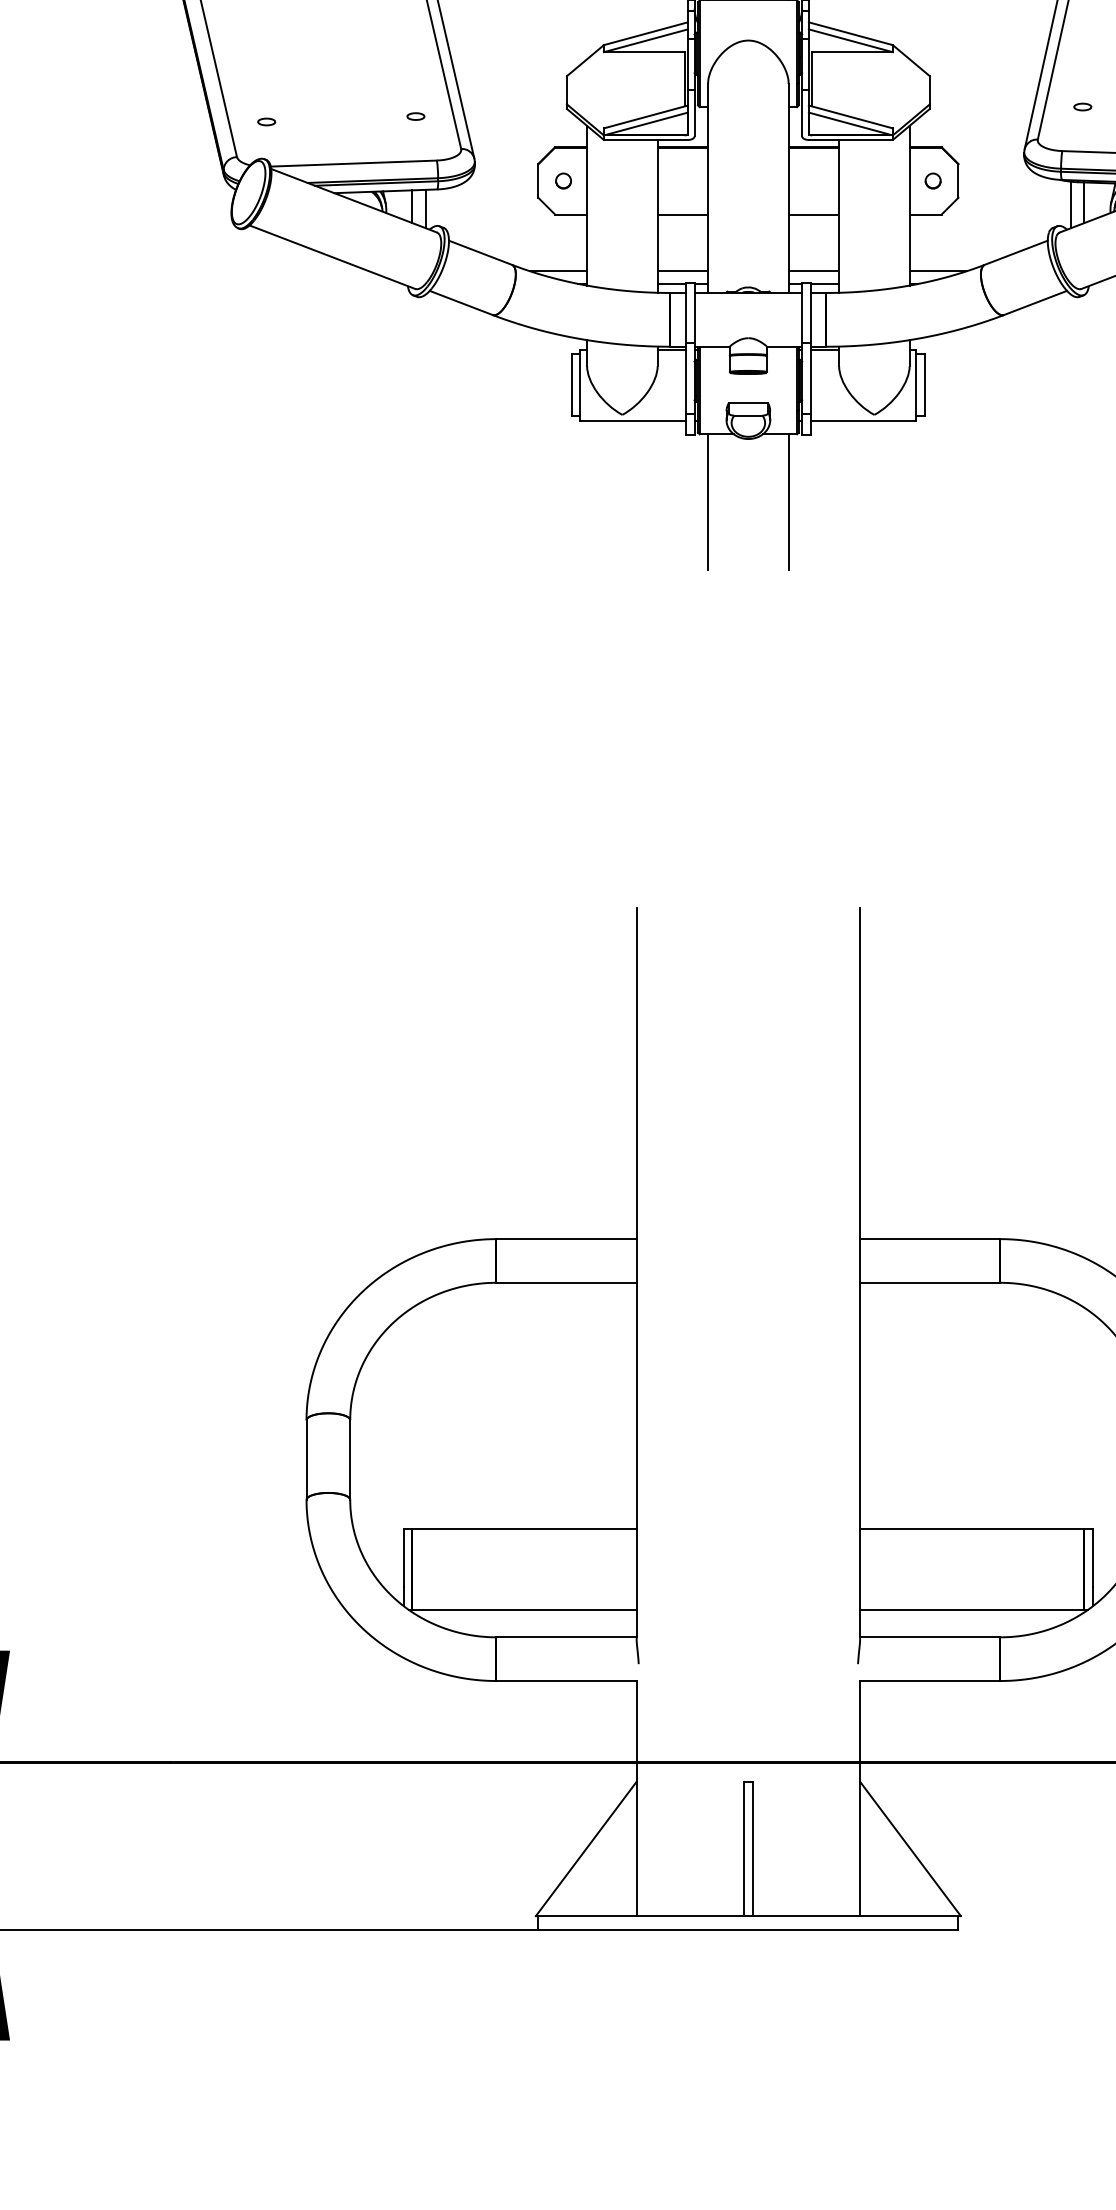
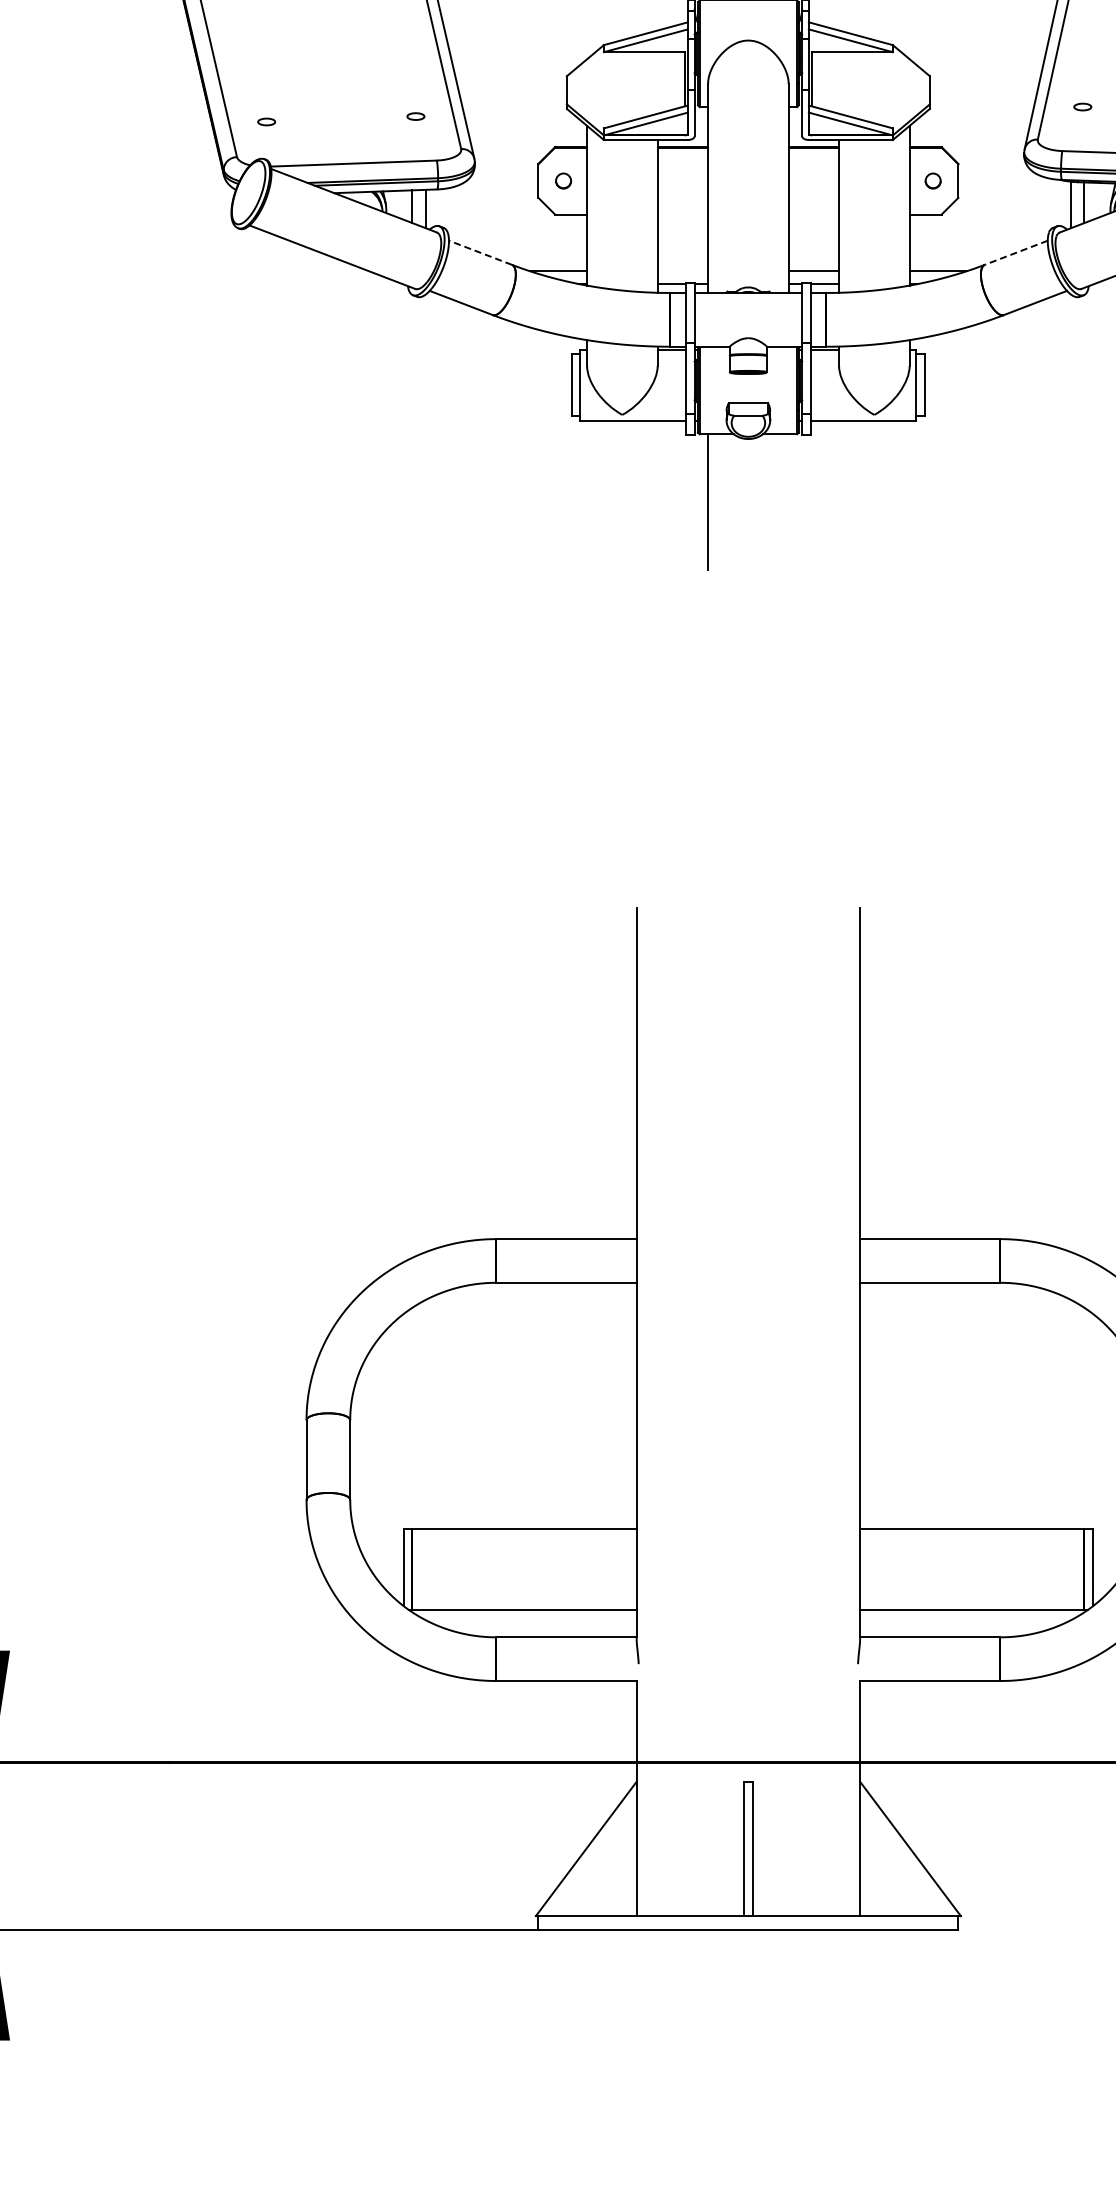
line at (682, 214): present -> none
line at (813, 214): present -> none
line at (480, 252): solid -> dashed
line at (1016, 252): solid -> dashed
line at (682, 271): present -> none
line at (788, 501): present -> none
